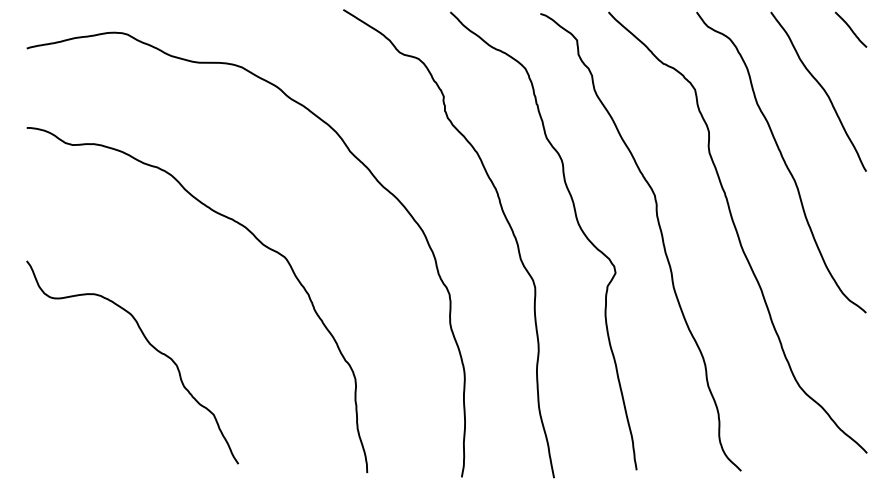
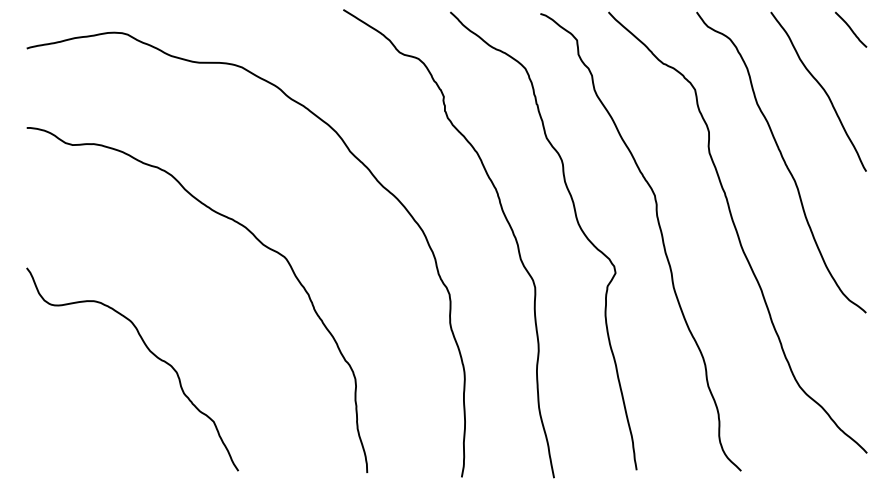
curve at (149, 344) position: (149, 344) -> (149, 351)
